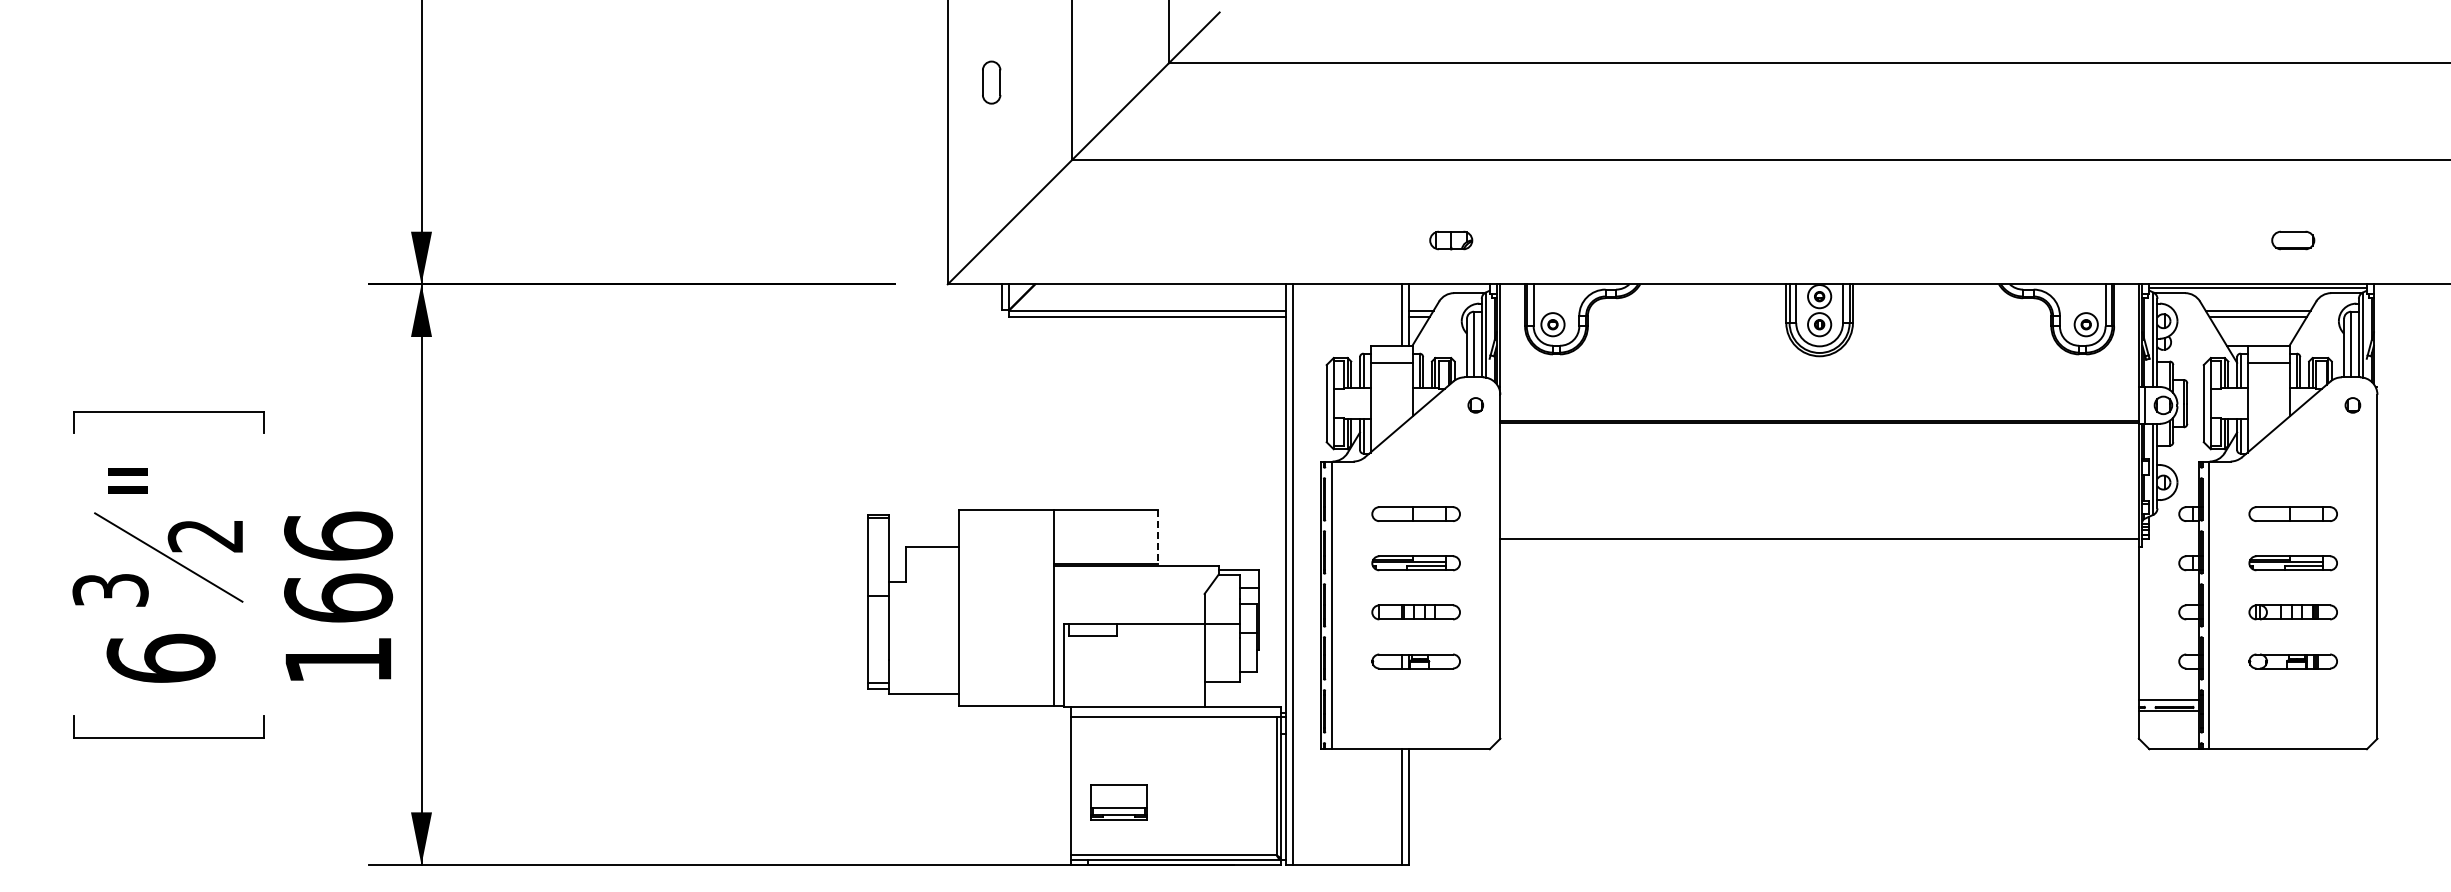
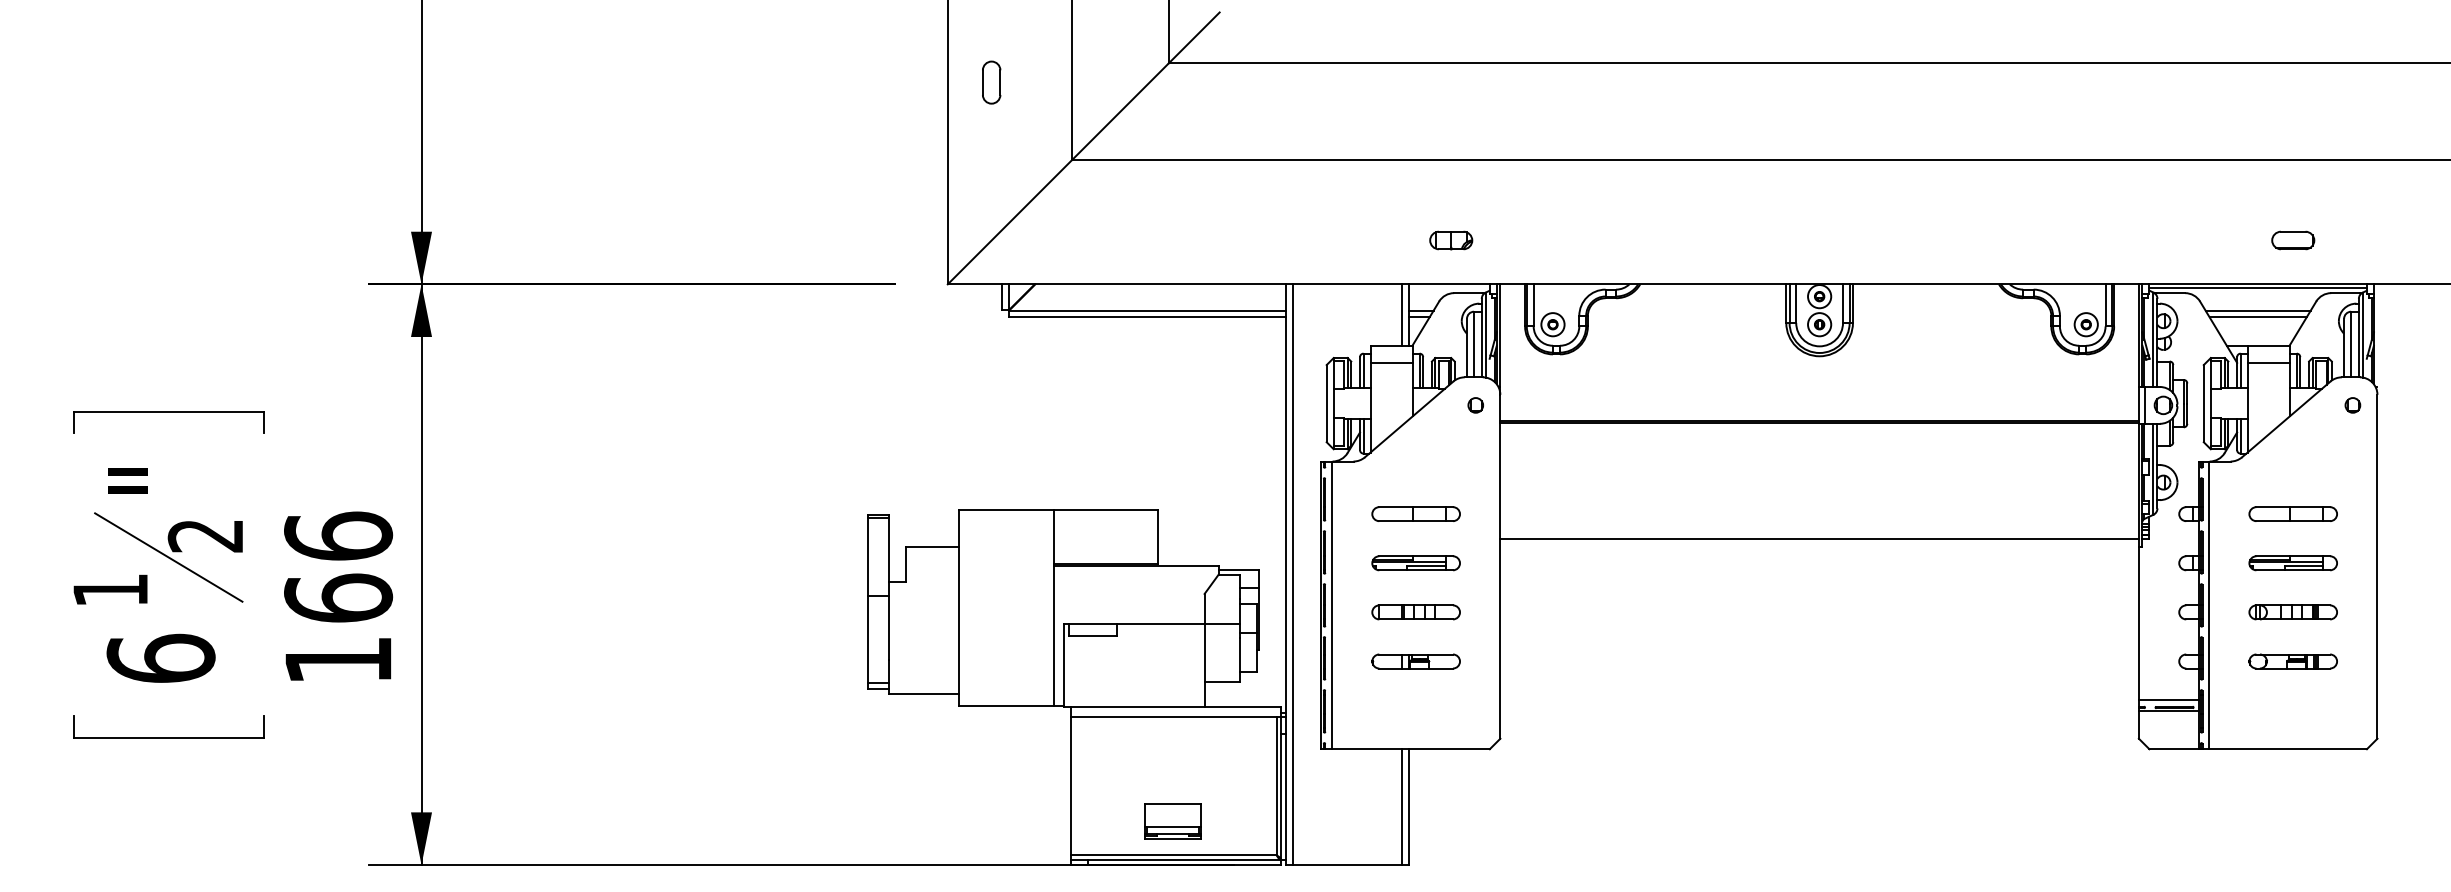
line at (1157, 537): dashed -> solid
text at (110, 590): 3 -> 1
part at (1118, 802) position: (1118, 802) -> (1172, 821)
